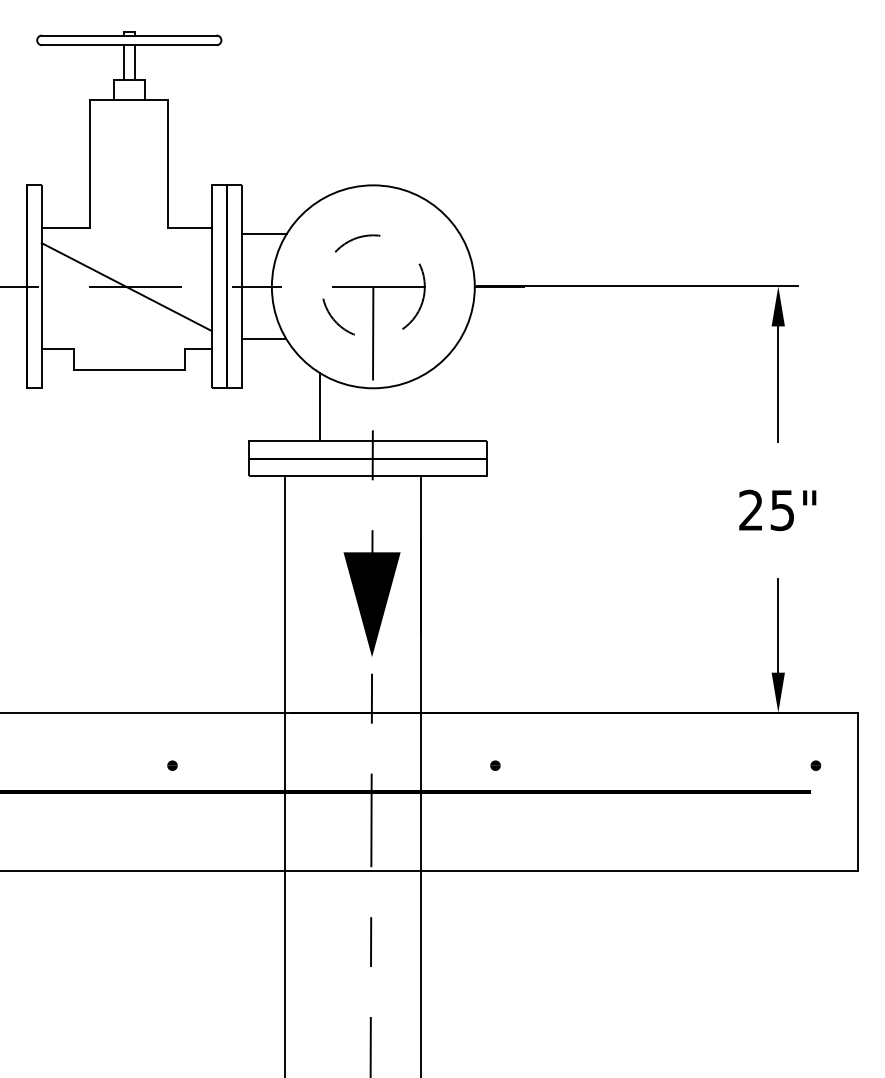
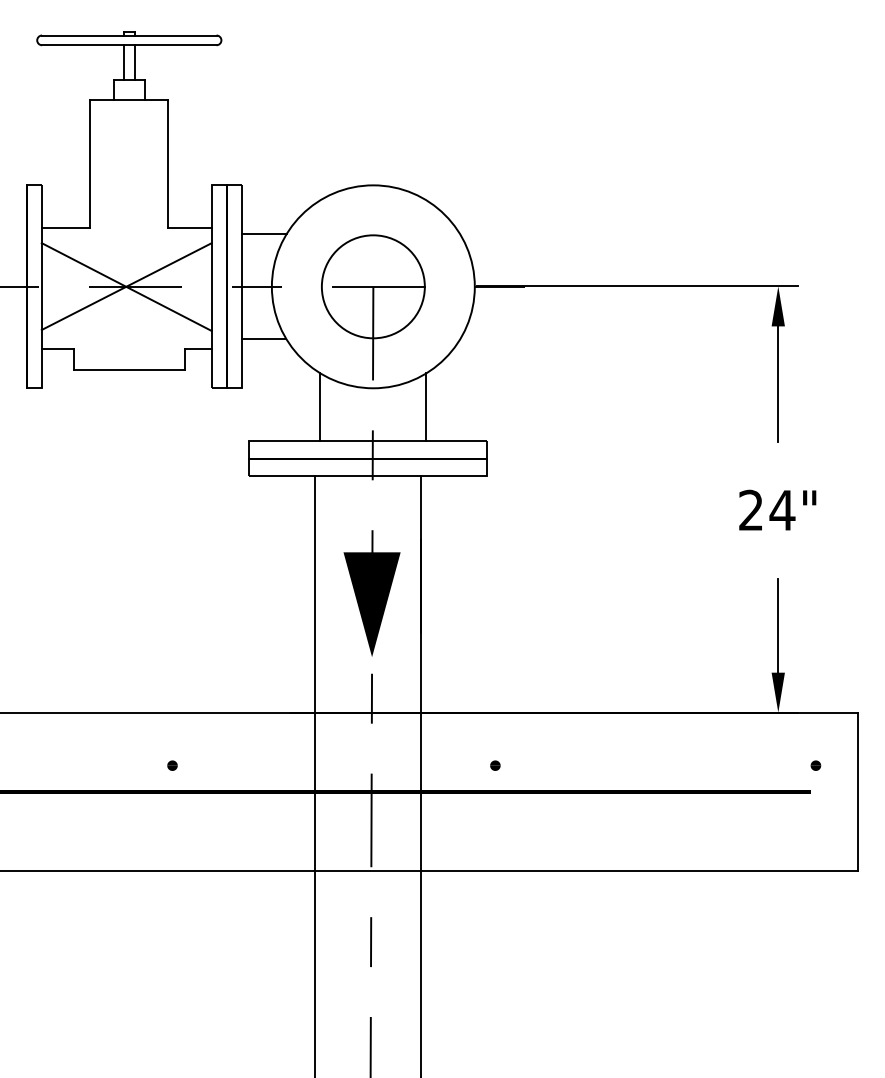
line at (126, 286): none -> present
circle at (372, 286): dashed -> solid
line at (426, 407): none -> present
text at (782, 510): 25" -> 24"
line at (285, 775) position: (285, 775) -> (315, 775)
